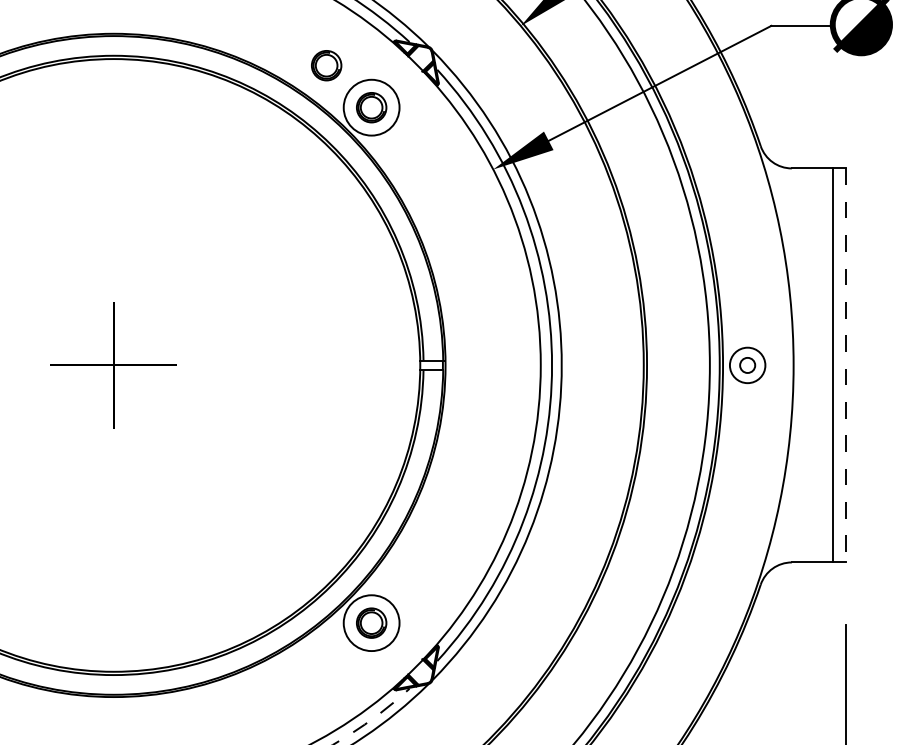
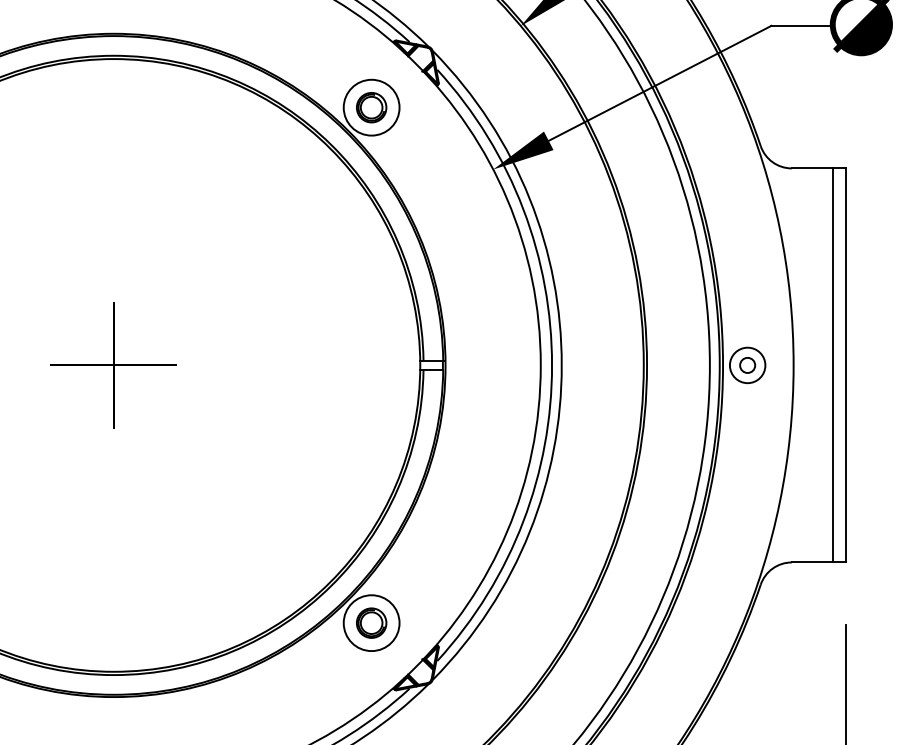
part at (326, 65): present -> none
line at (846, 365): dashed -> solid
arc at (373, 718): dashed -> solid
